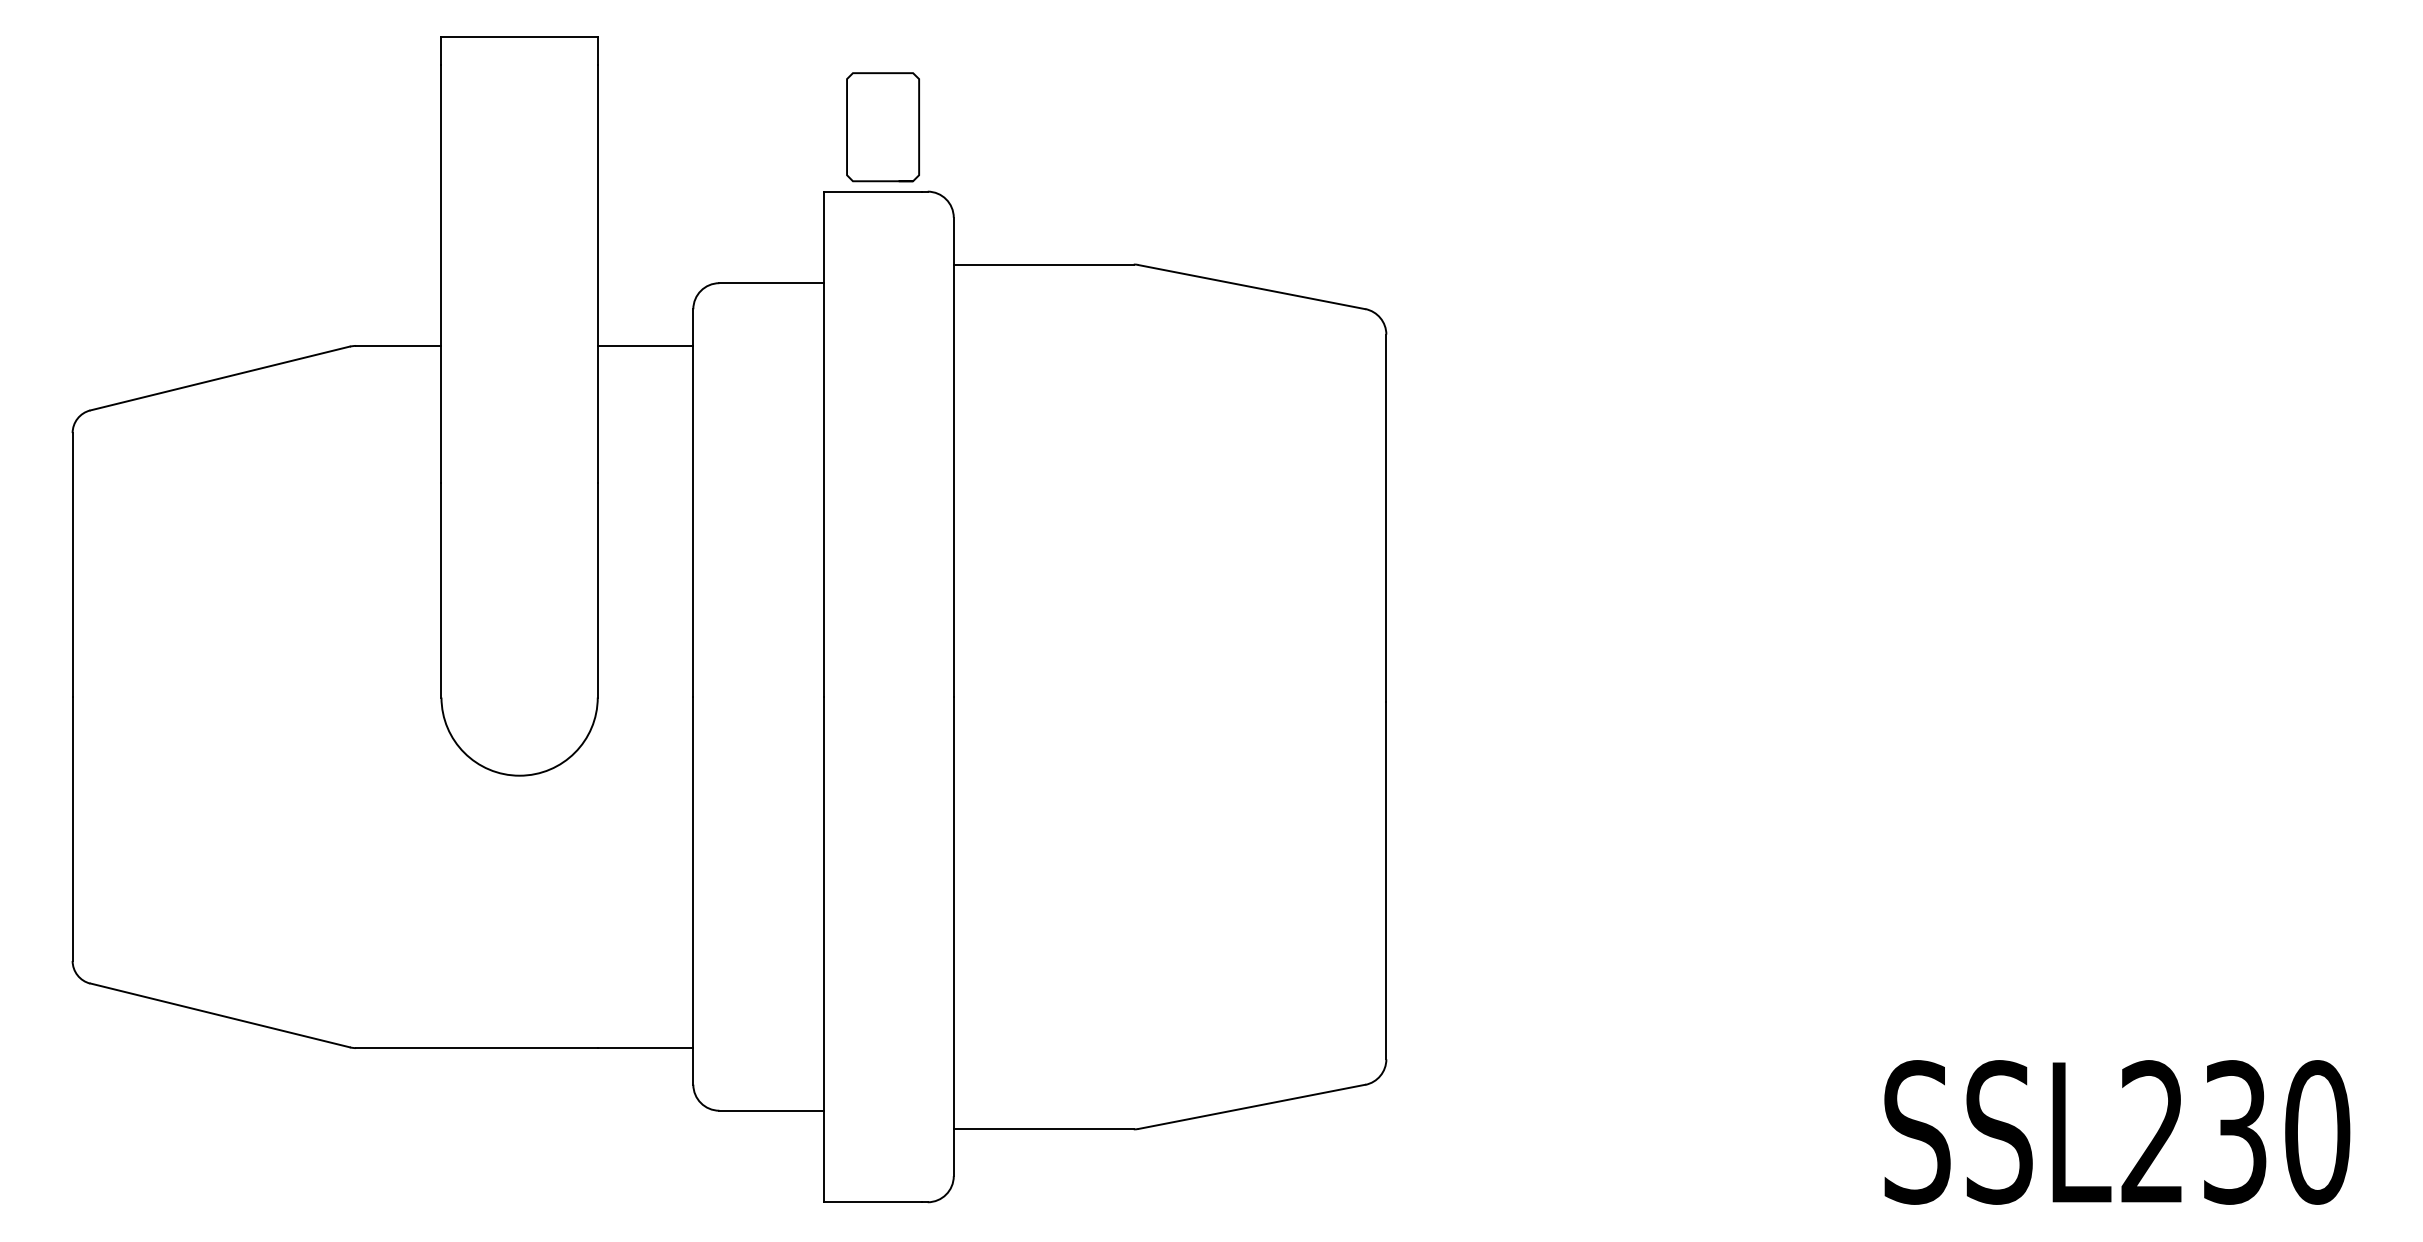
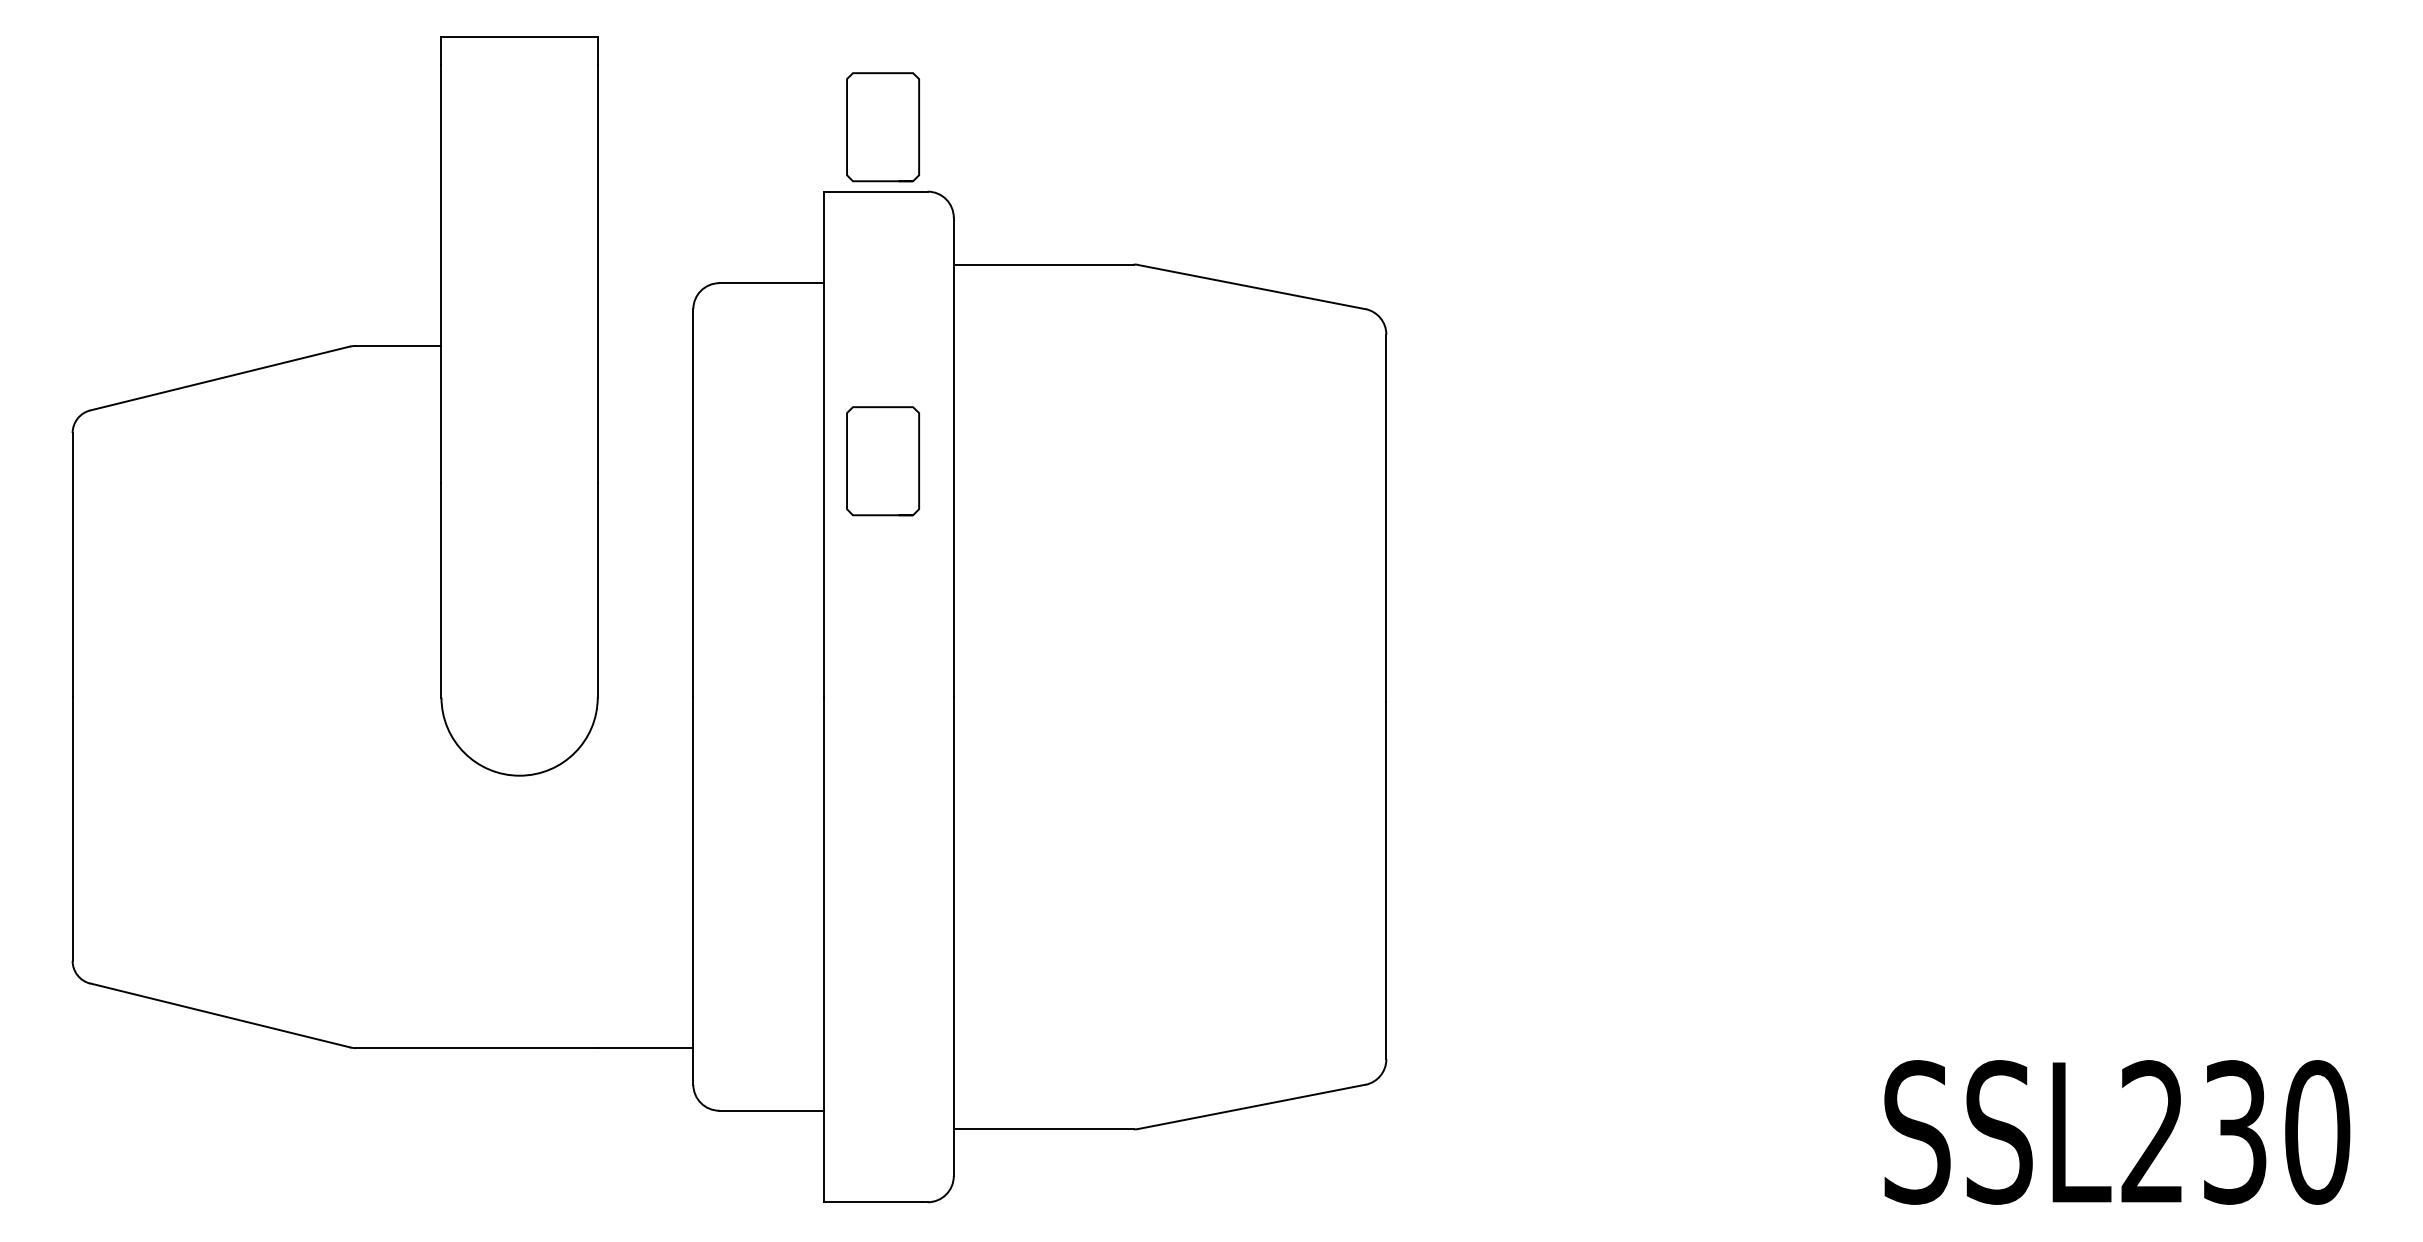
line at (645, 345): present -> none
curve at (847, 461): none -> present
